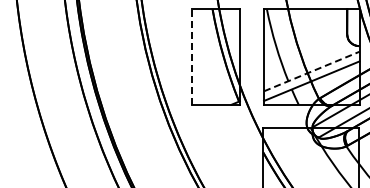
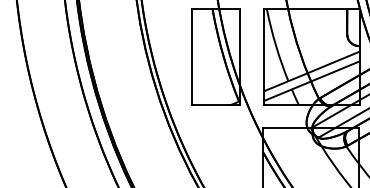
line at (192, 57): dashed -> solid
line at (311, 71): dashed -> solid
